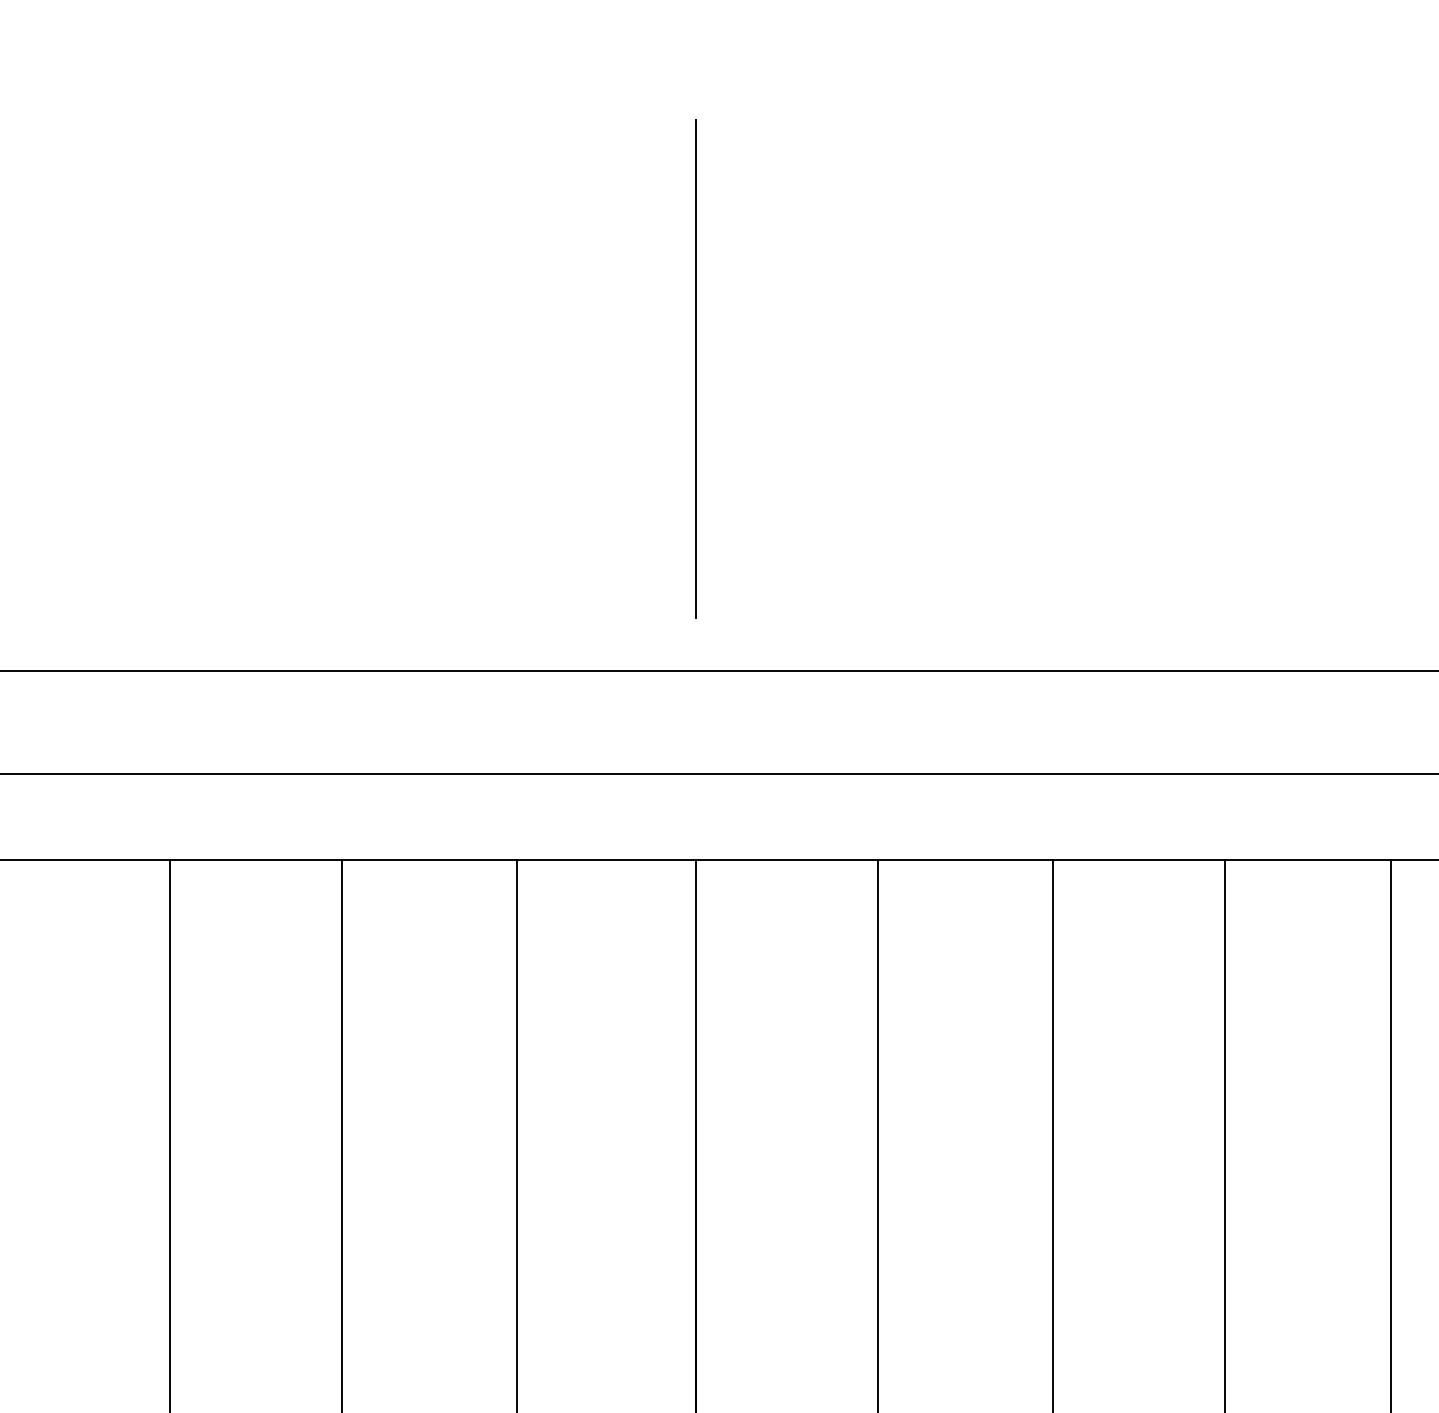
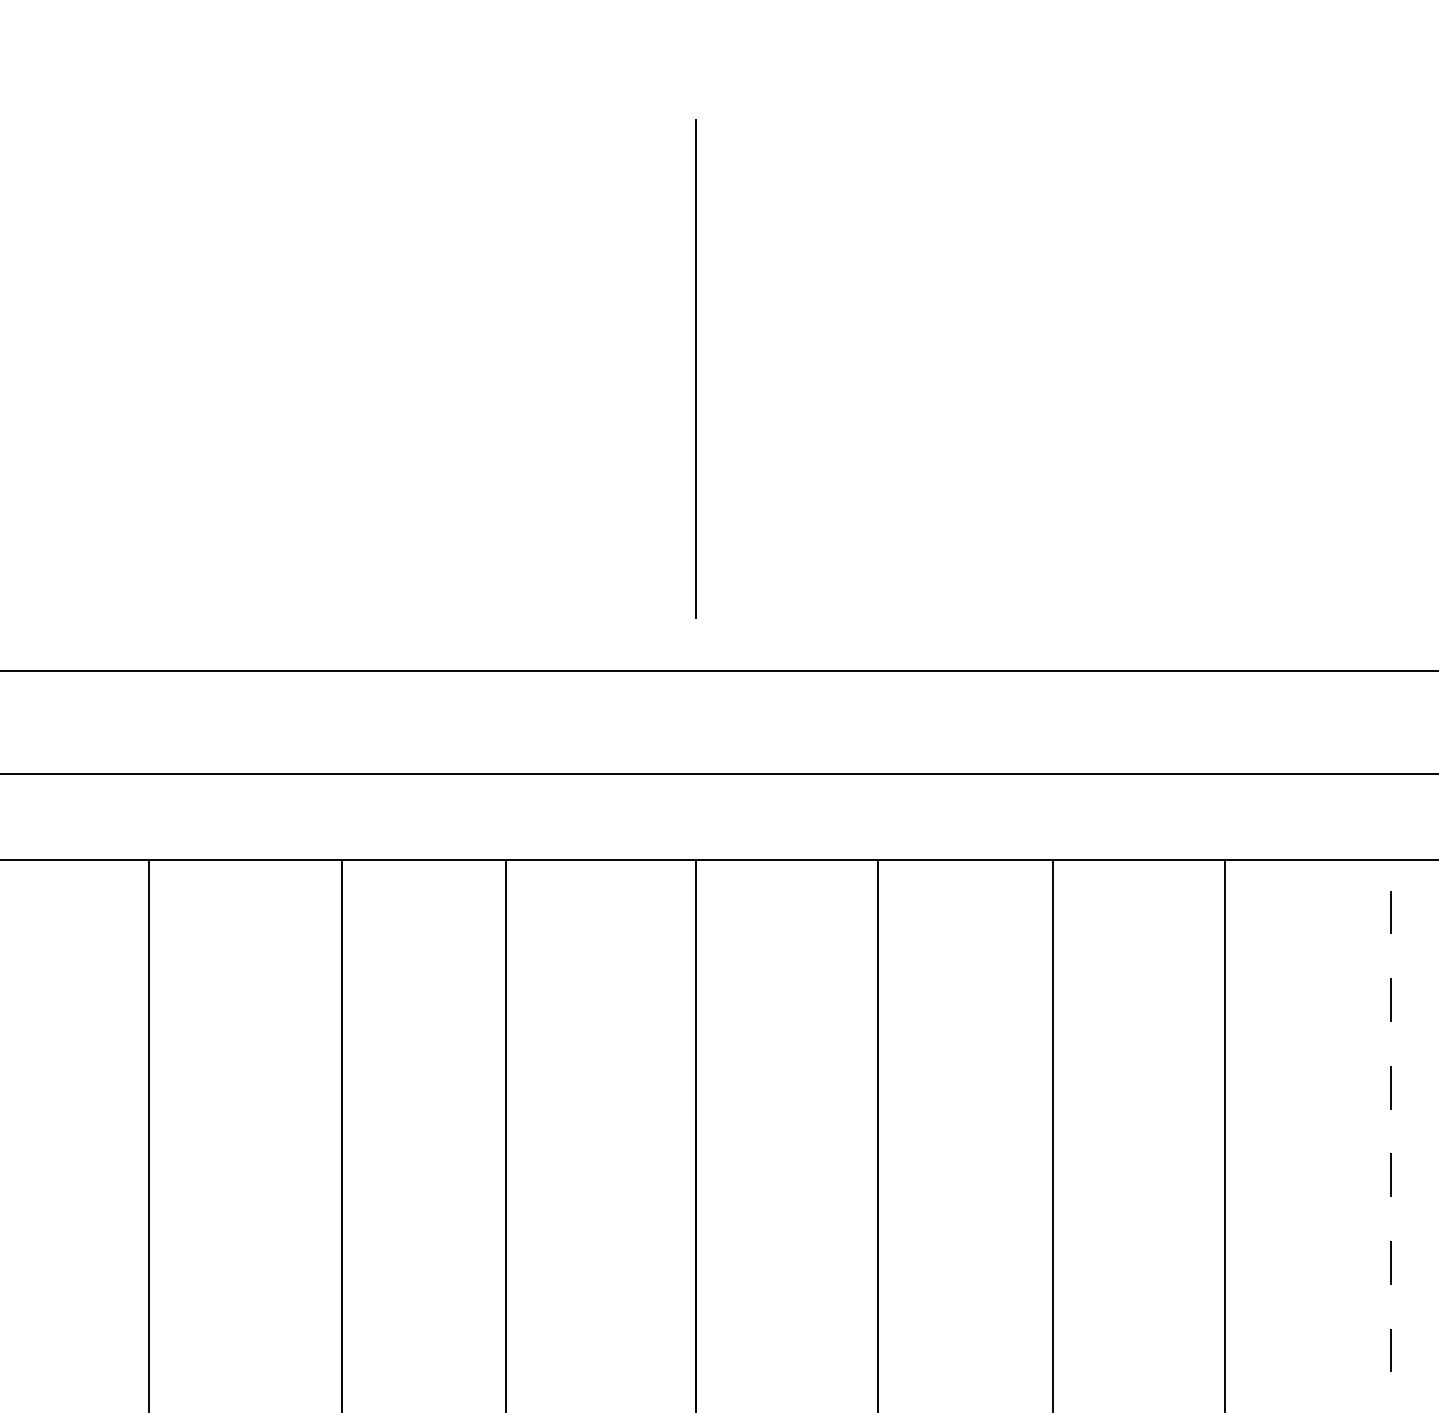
line at (170, 1134) position: (170, 1134) -> (149, 1134)
line at (517, 1134) position: (517, 1134) -> (506, 1134)
line at (1390, 1136): solid -> dashed
